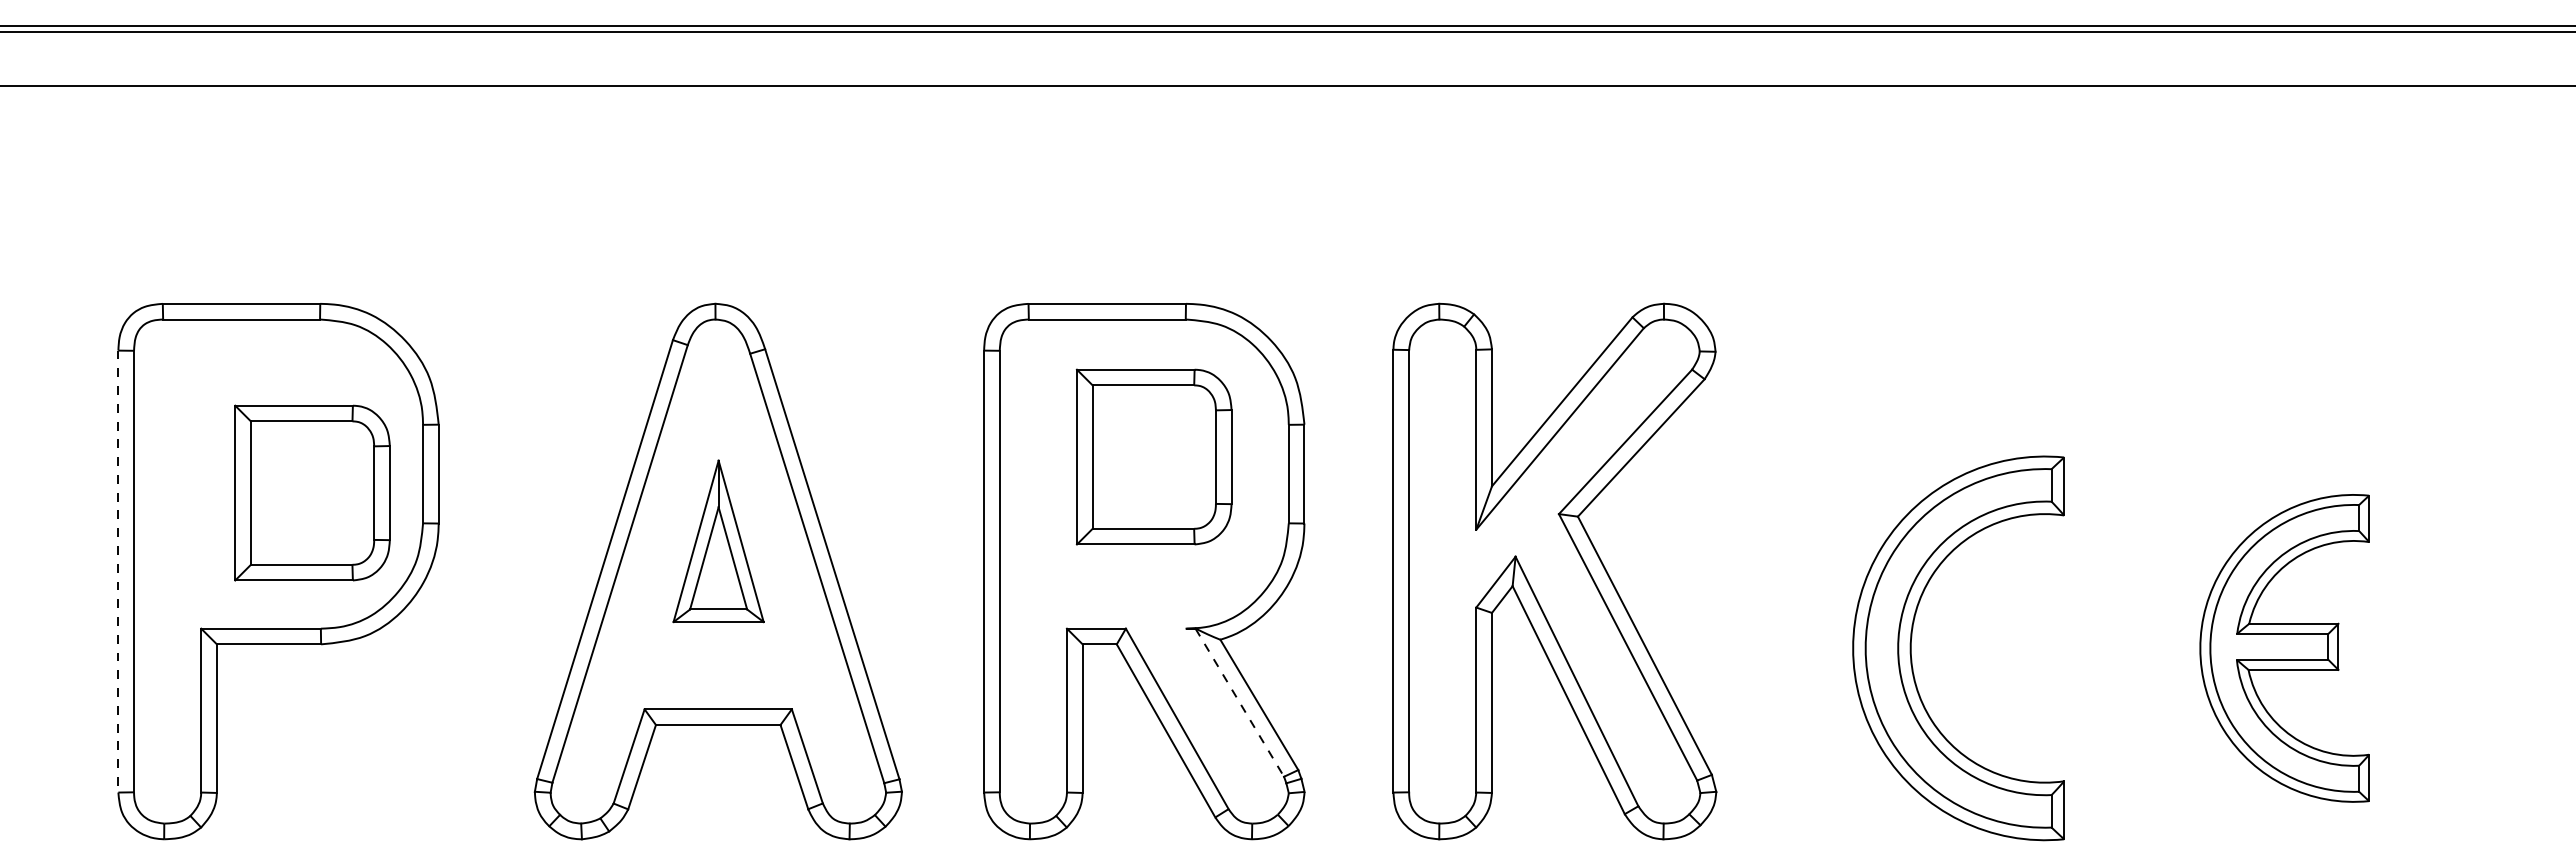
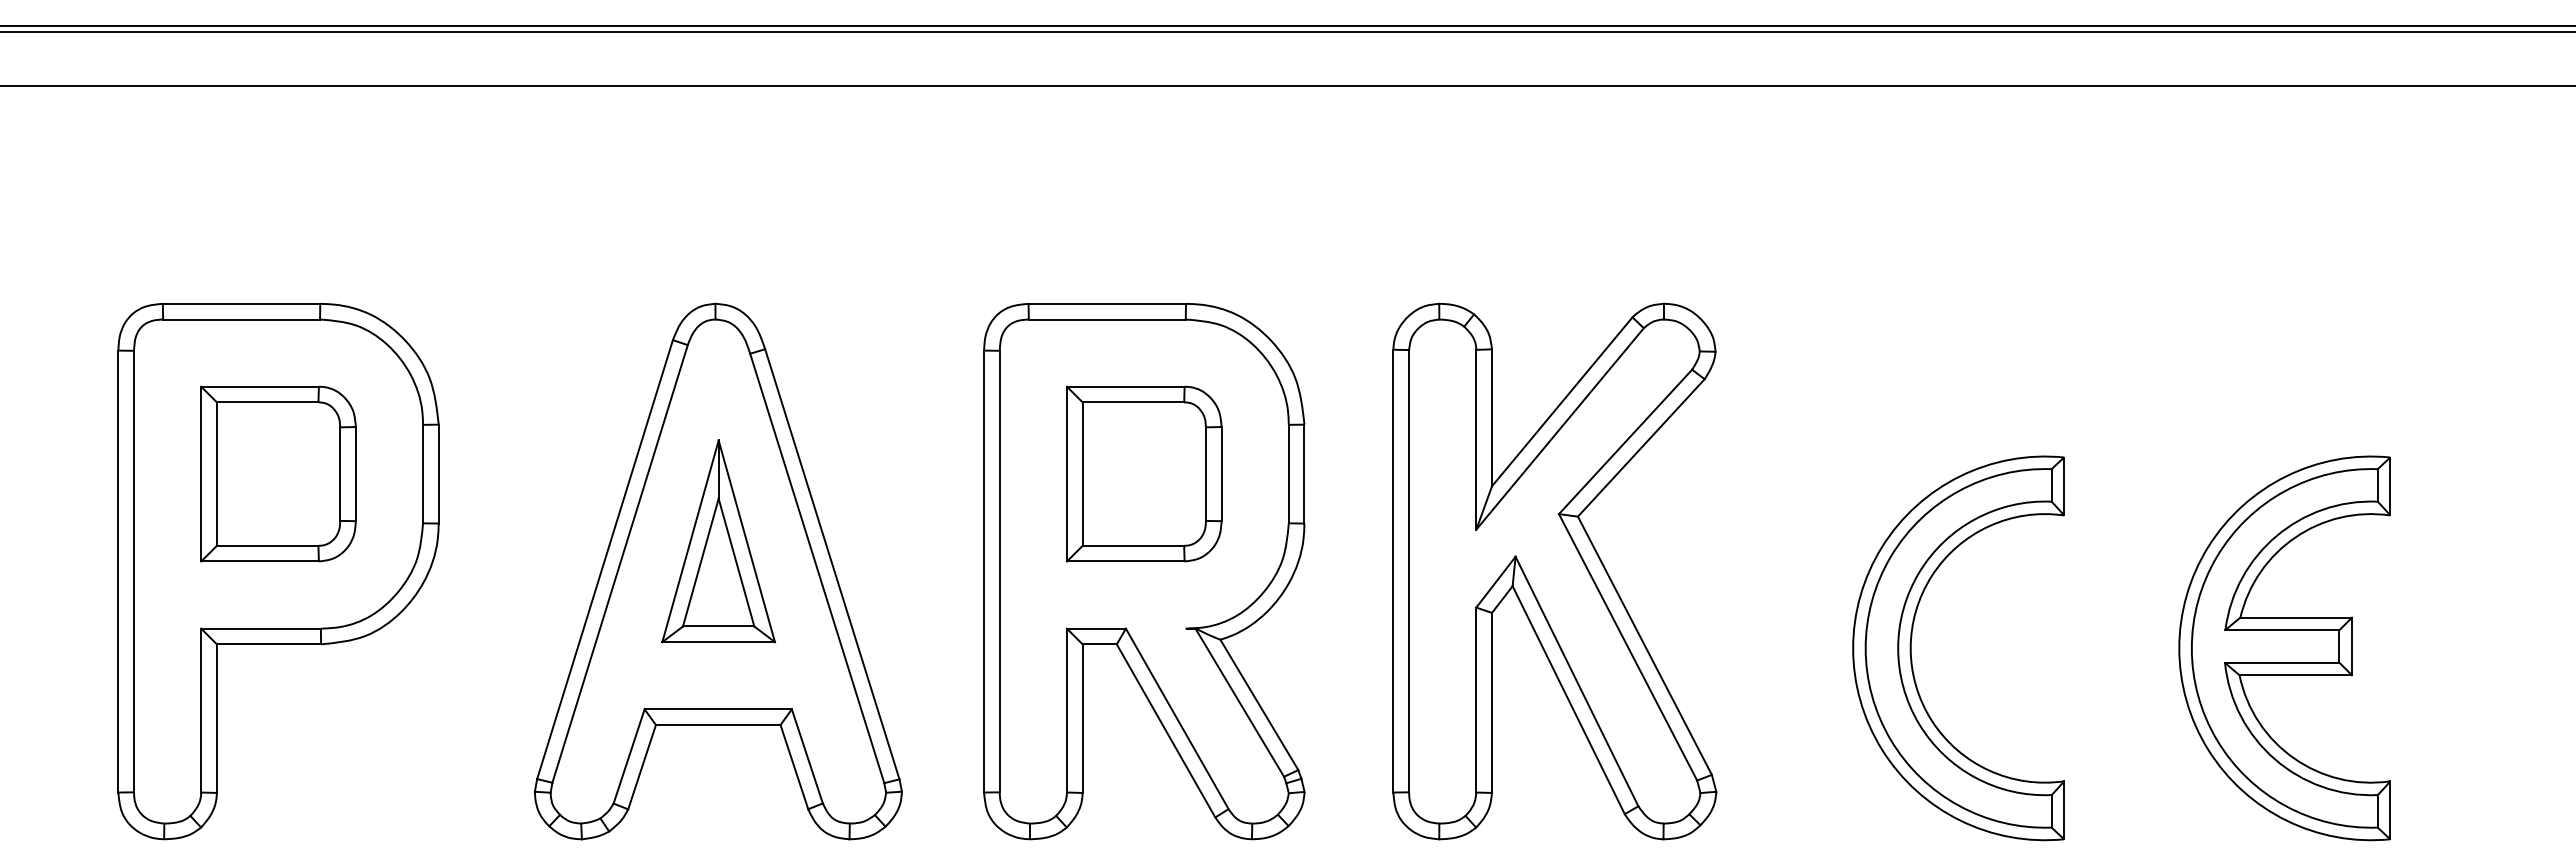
part at (1153, 456) position: (1153, 456) -> (1143, 473)
part at (312, 492) position: (312, 492) -> (278, 473)
part at (718, 541) size: 93x165 px -> 115x205 px
line at (118, 571): dashed -> solid
part at (2284, 648) size: 171x309 px -> 213x387 px
line at (1240, 703): dashed -> solid
